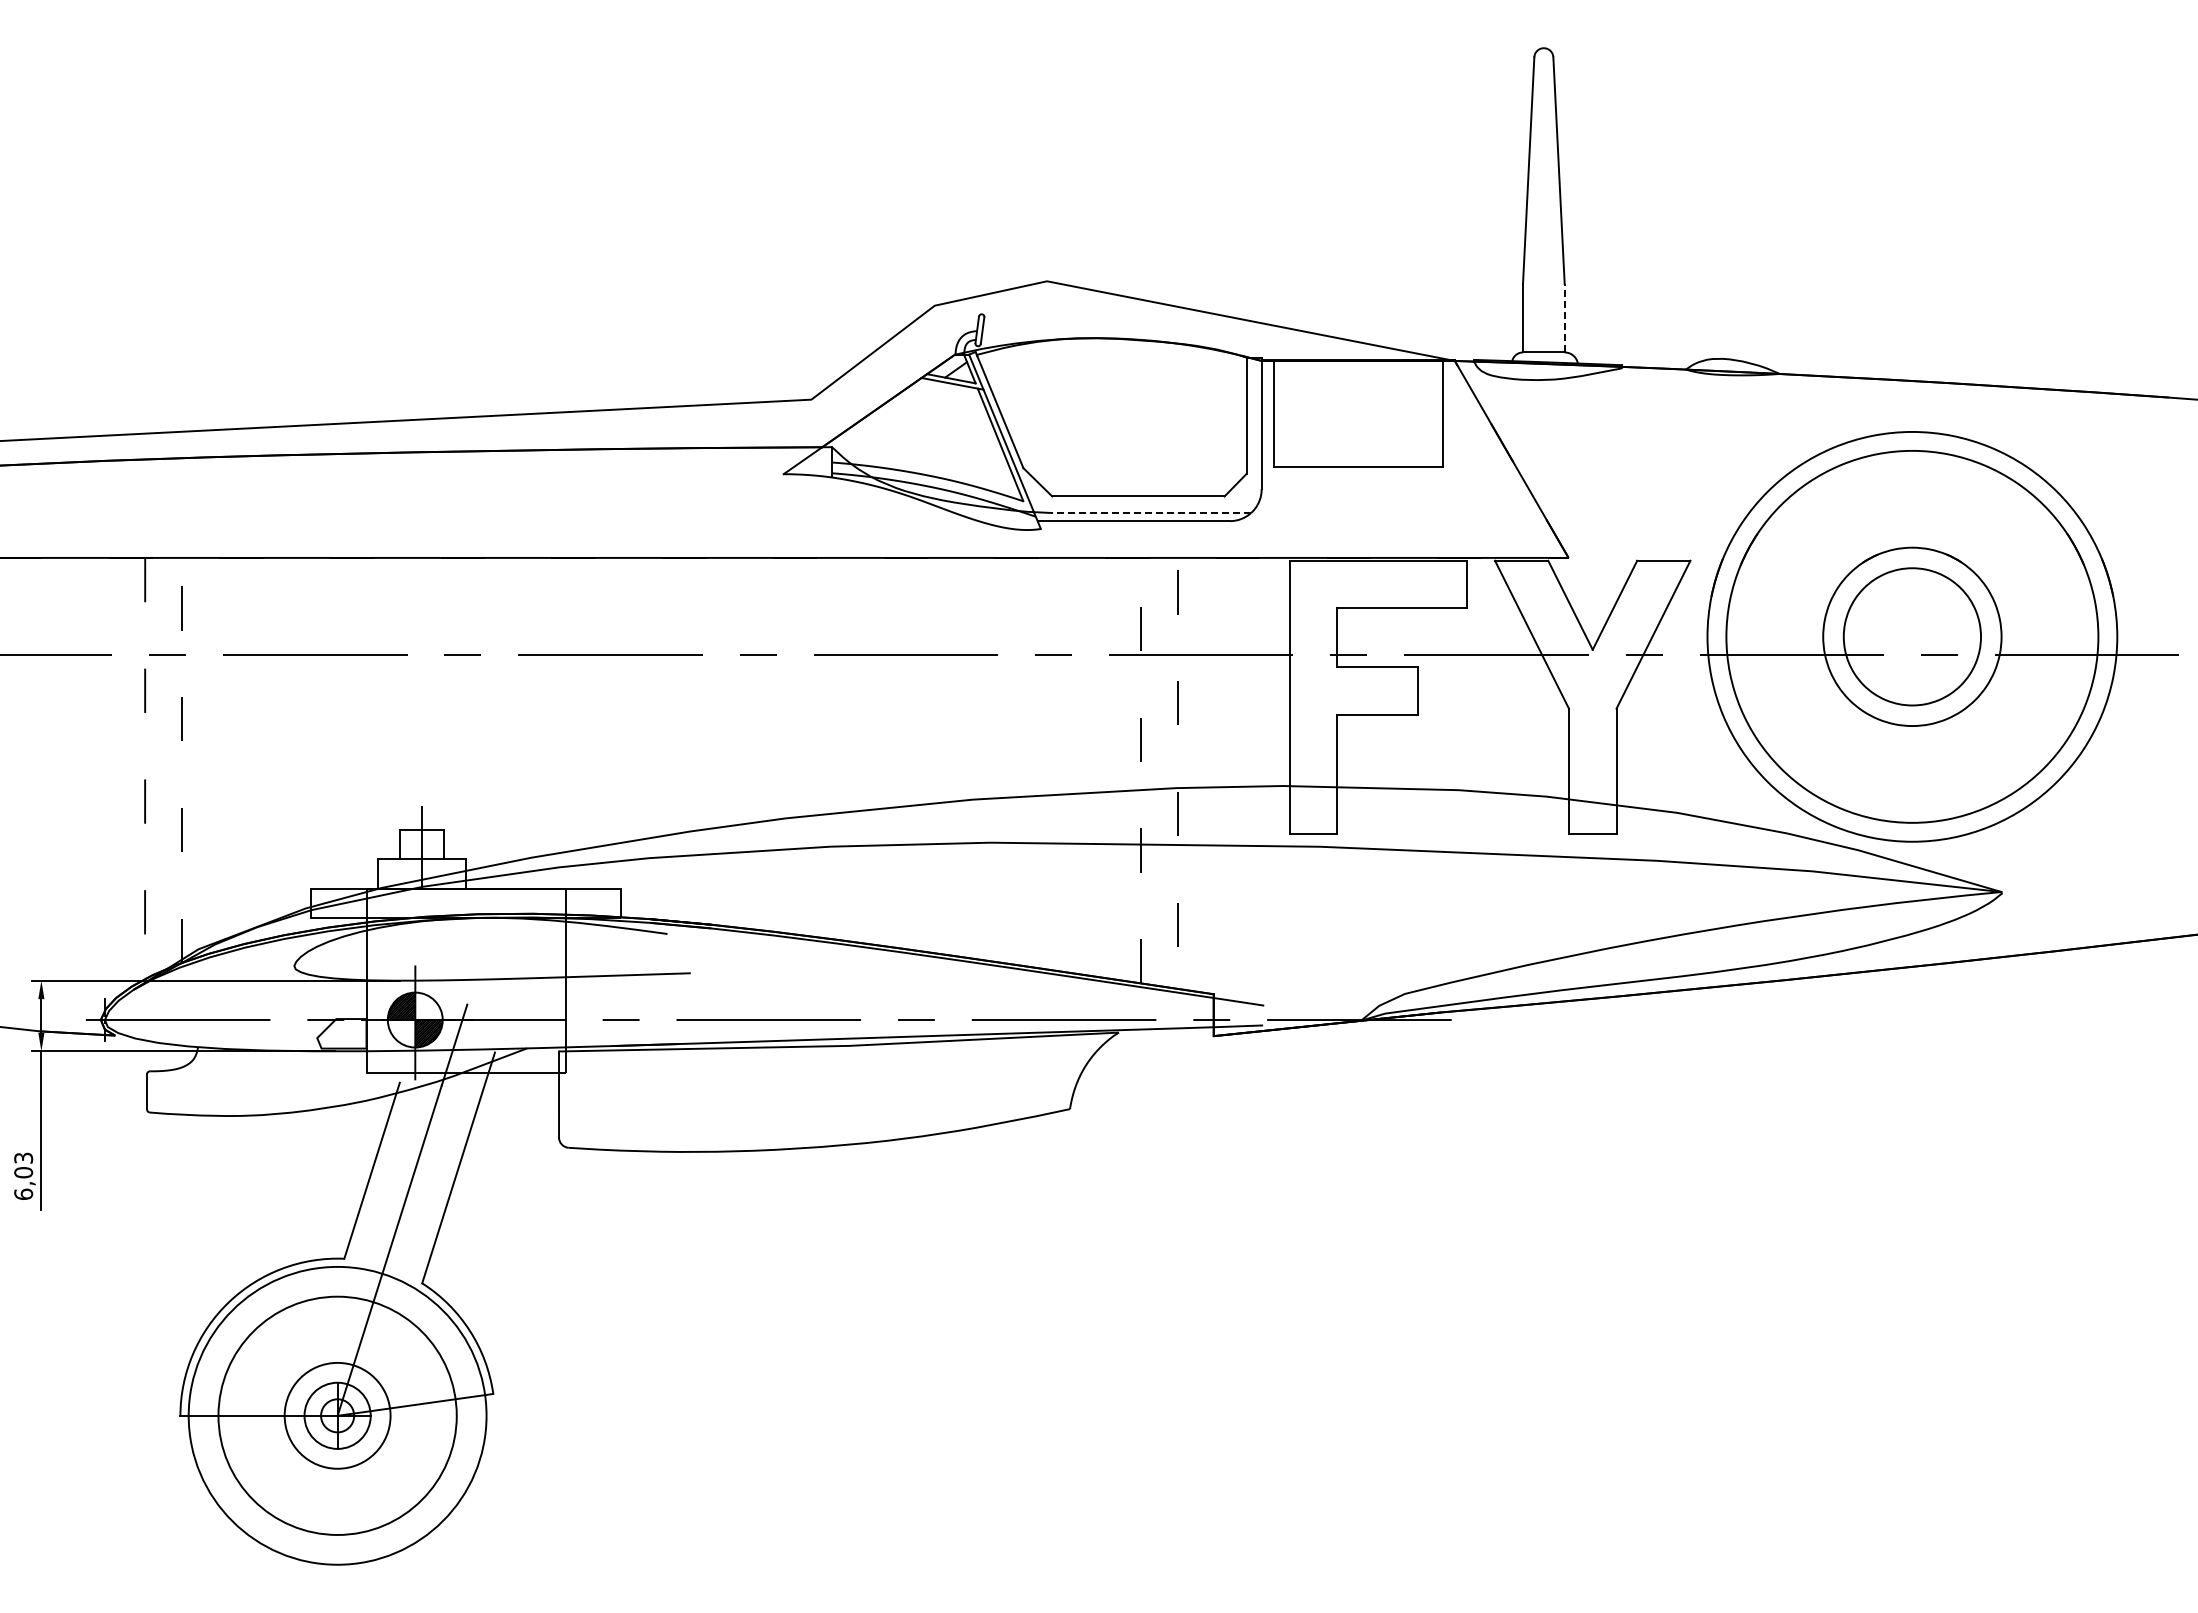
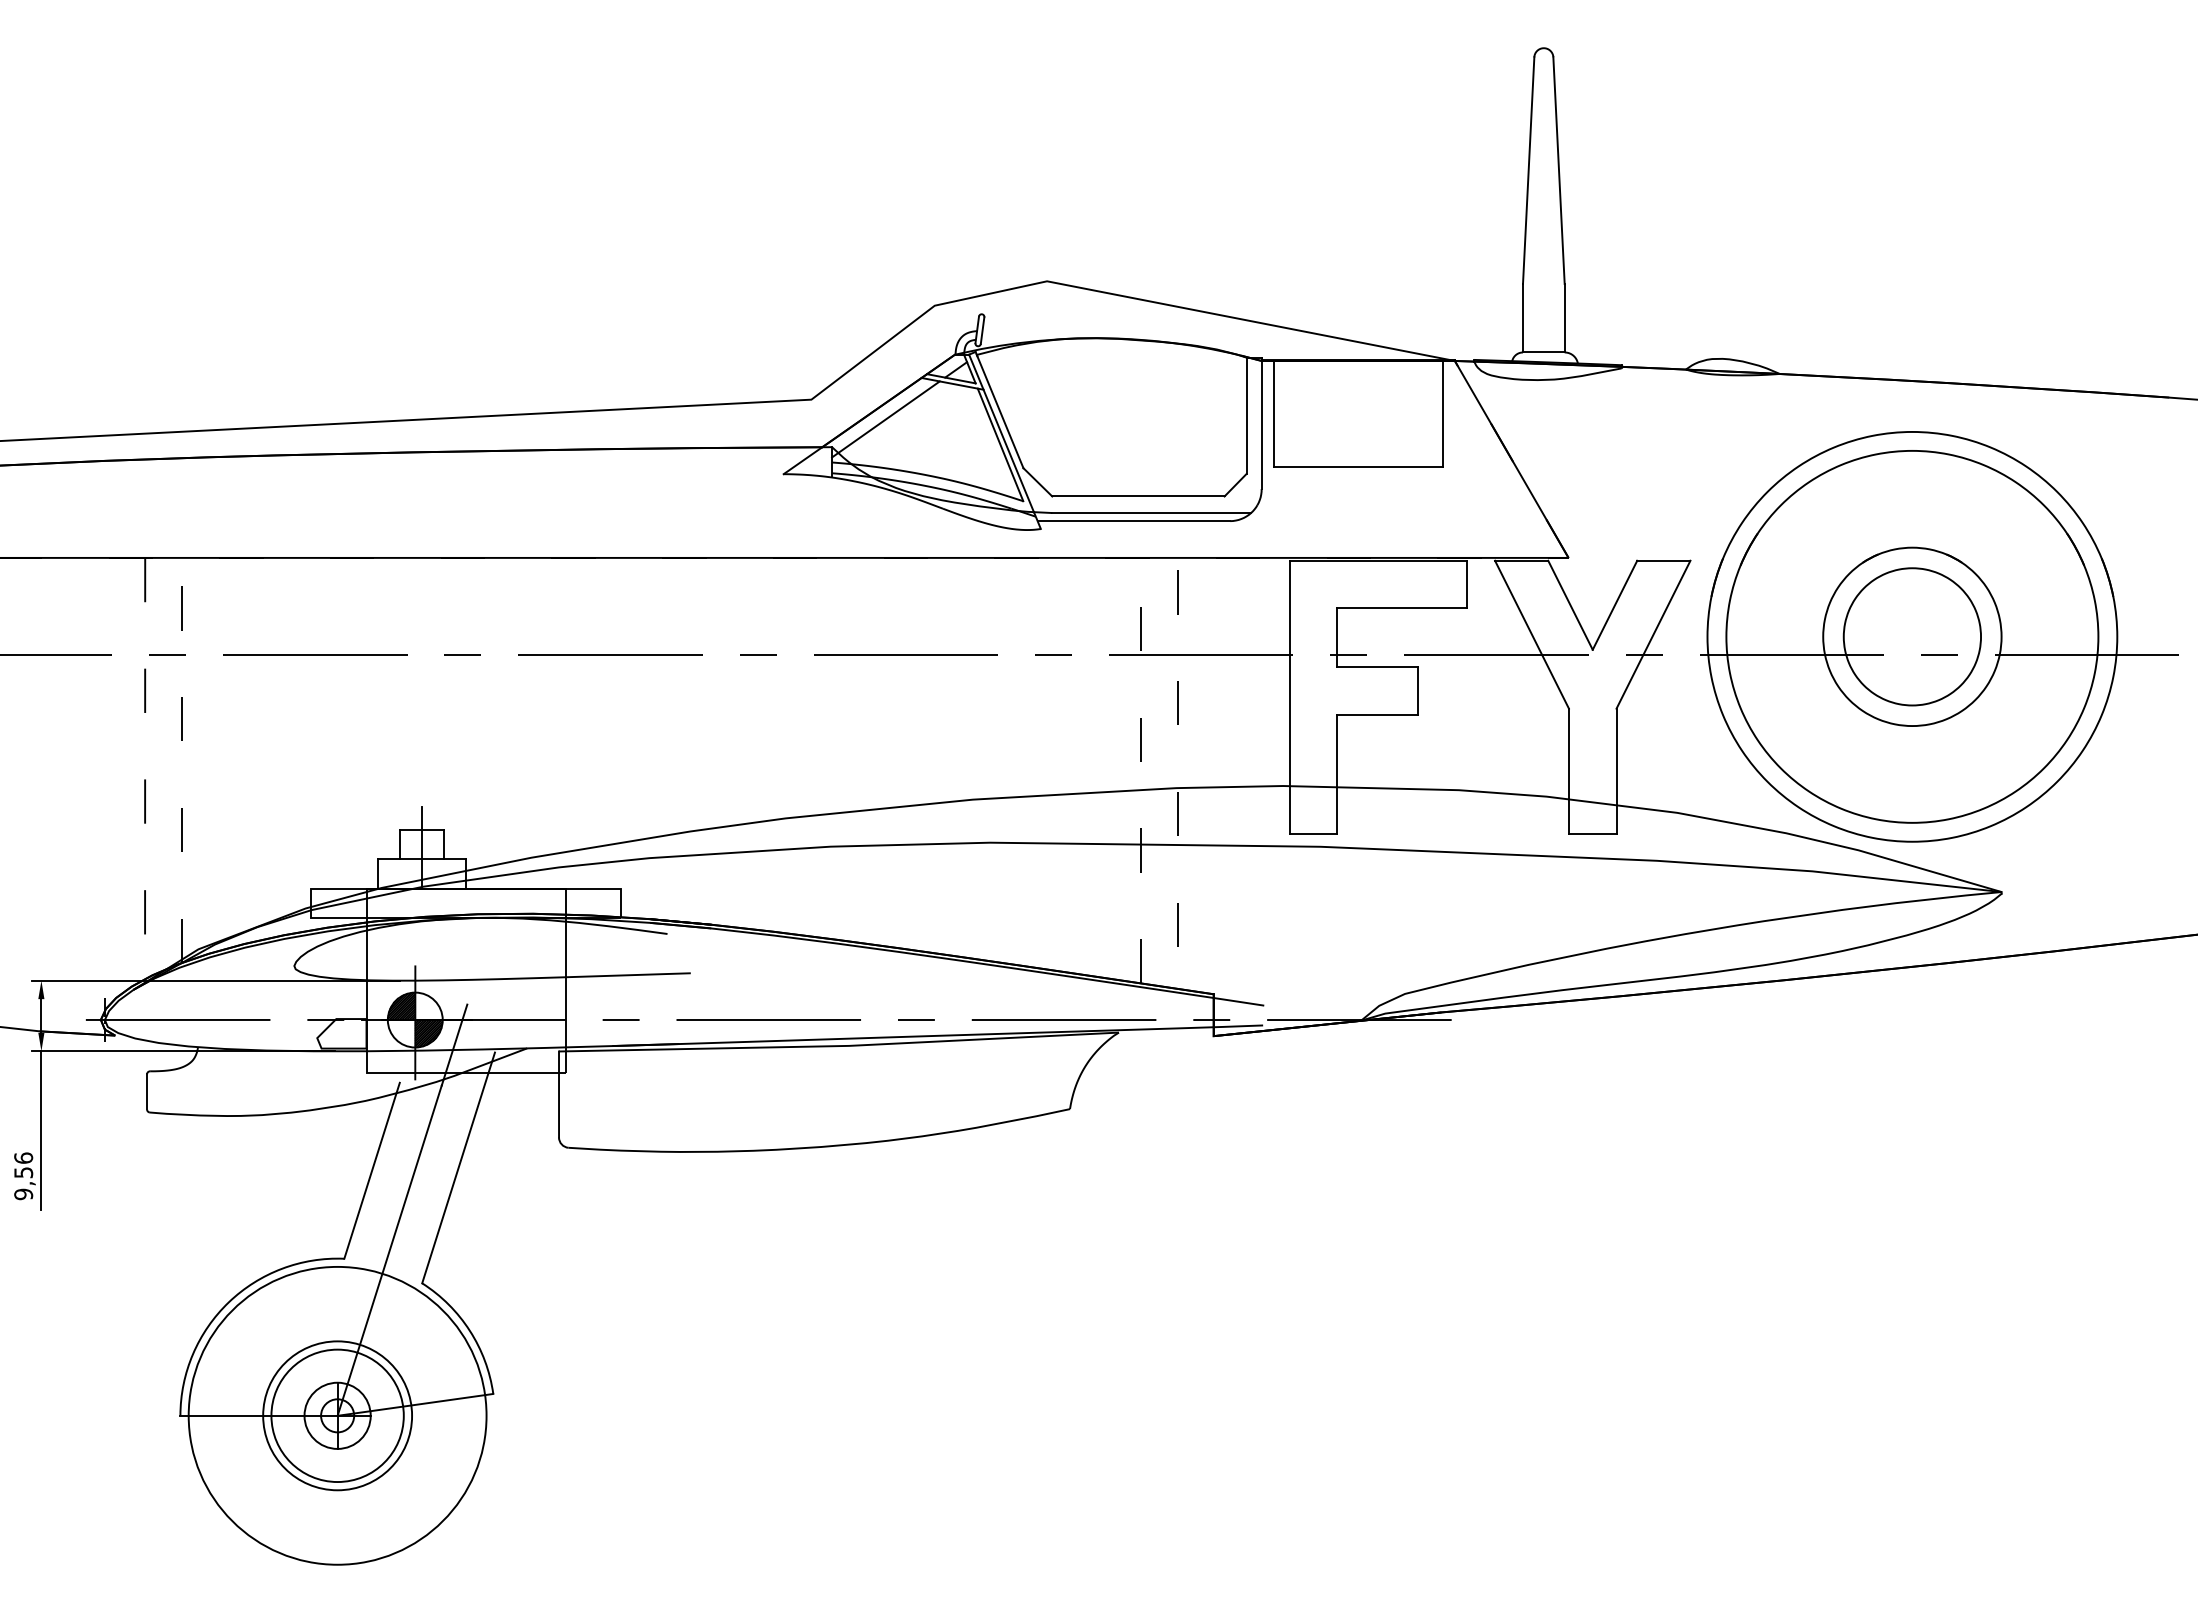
line at (1564, 317): dashed -> solid
line at (885, 419): none -> present
line at (1151, 513): dashed -> solid
text at (23, 1176): 6,03 -> 9,56
circle at (337, 1415) diameter: 106 px -> 132 px
circle at (337, 1415) diameter: 238 px -> 149 px
